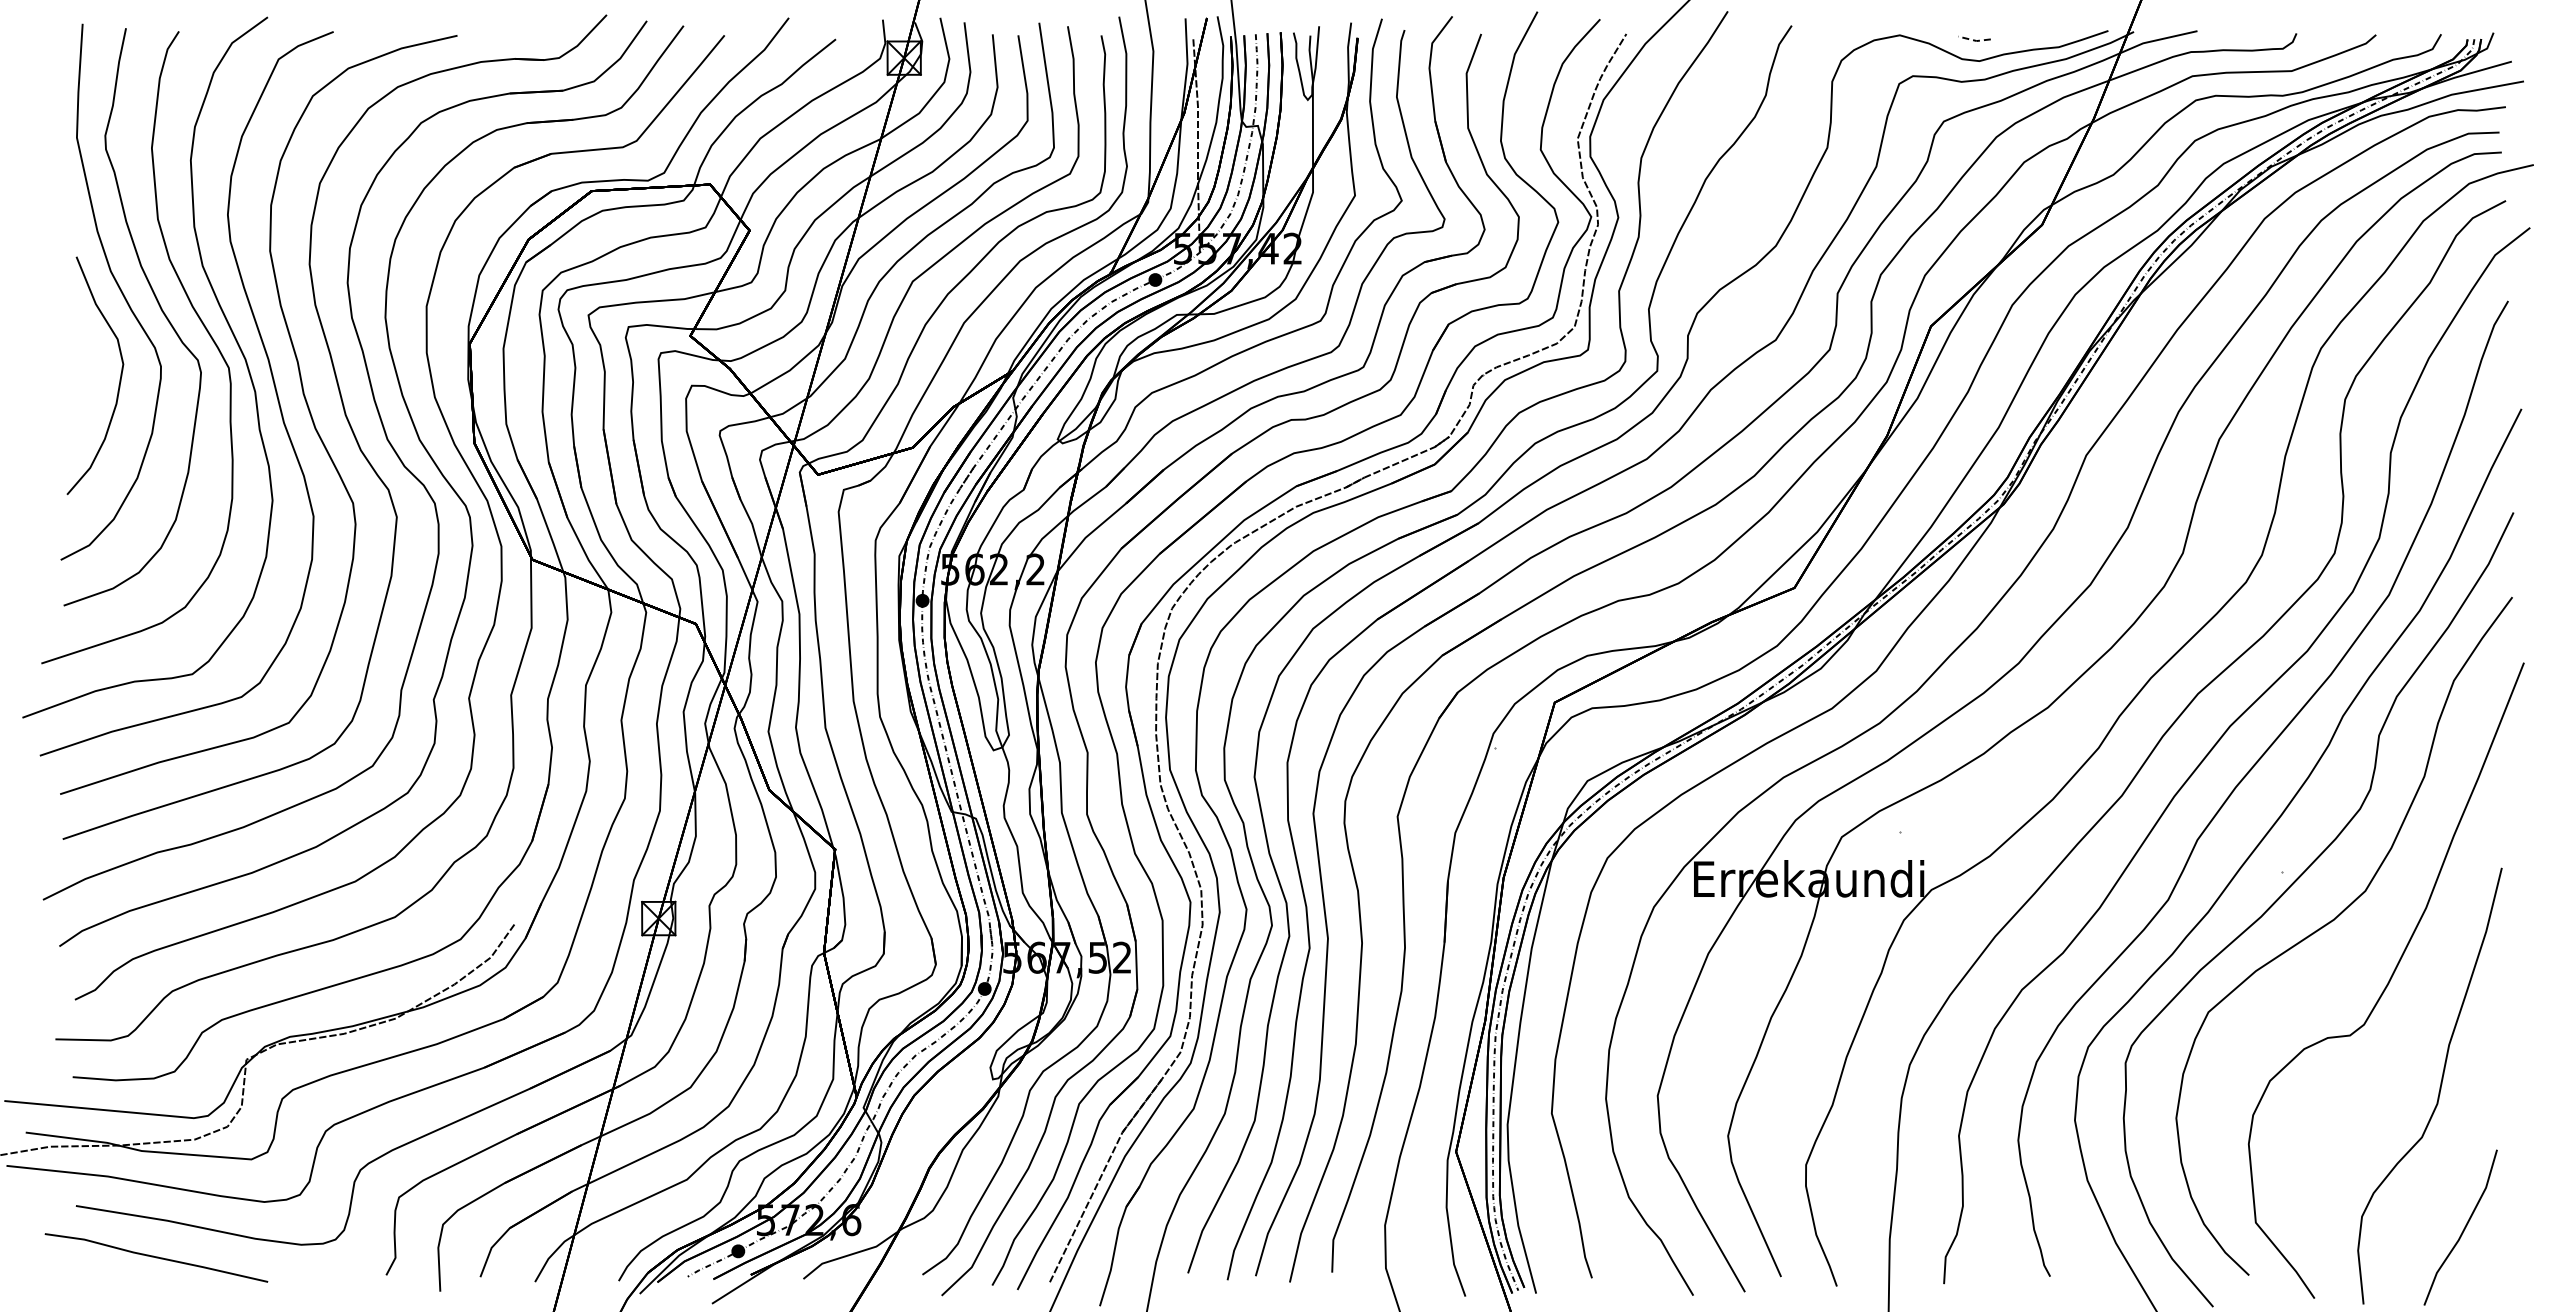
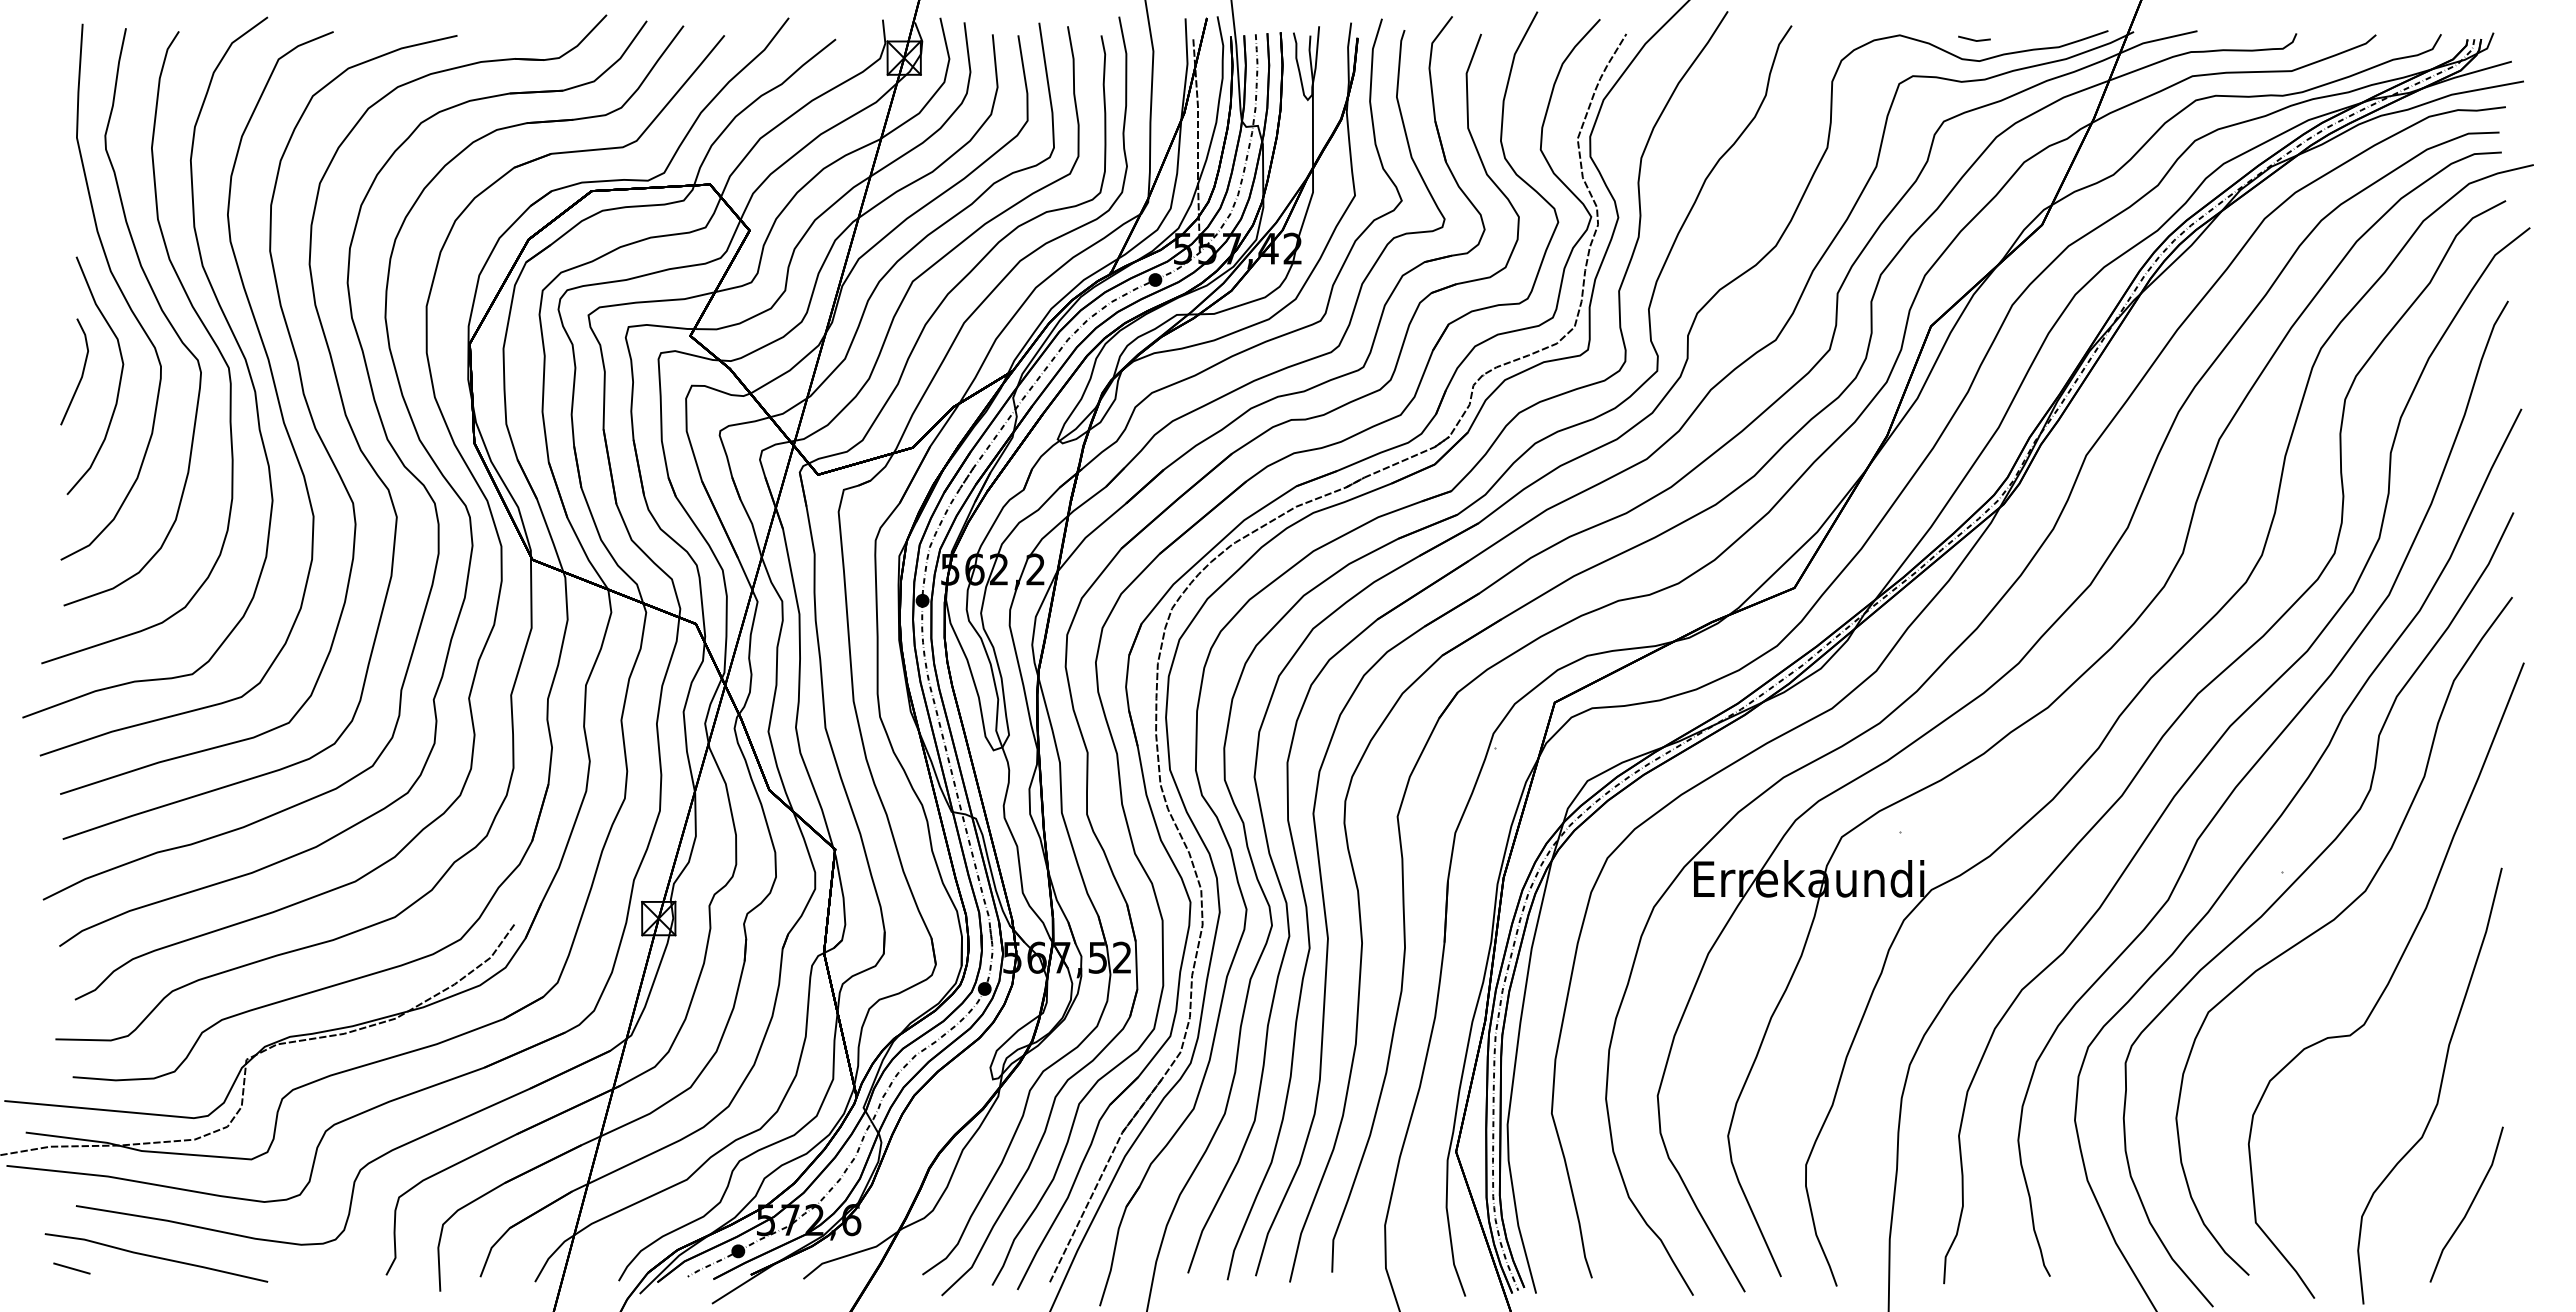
line at (1974, 40): dashed -> solid
line at (81, 374): none -> present
line at (2463, 1228) position: (2463, 1228) -> (2469, 1205)
line at (71, 1268): none -> present
